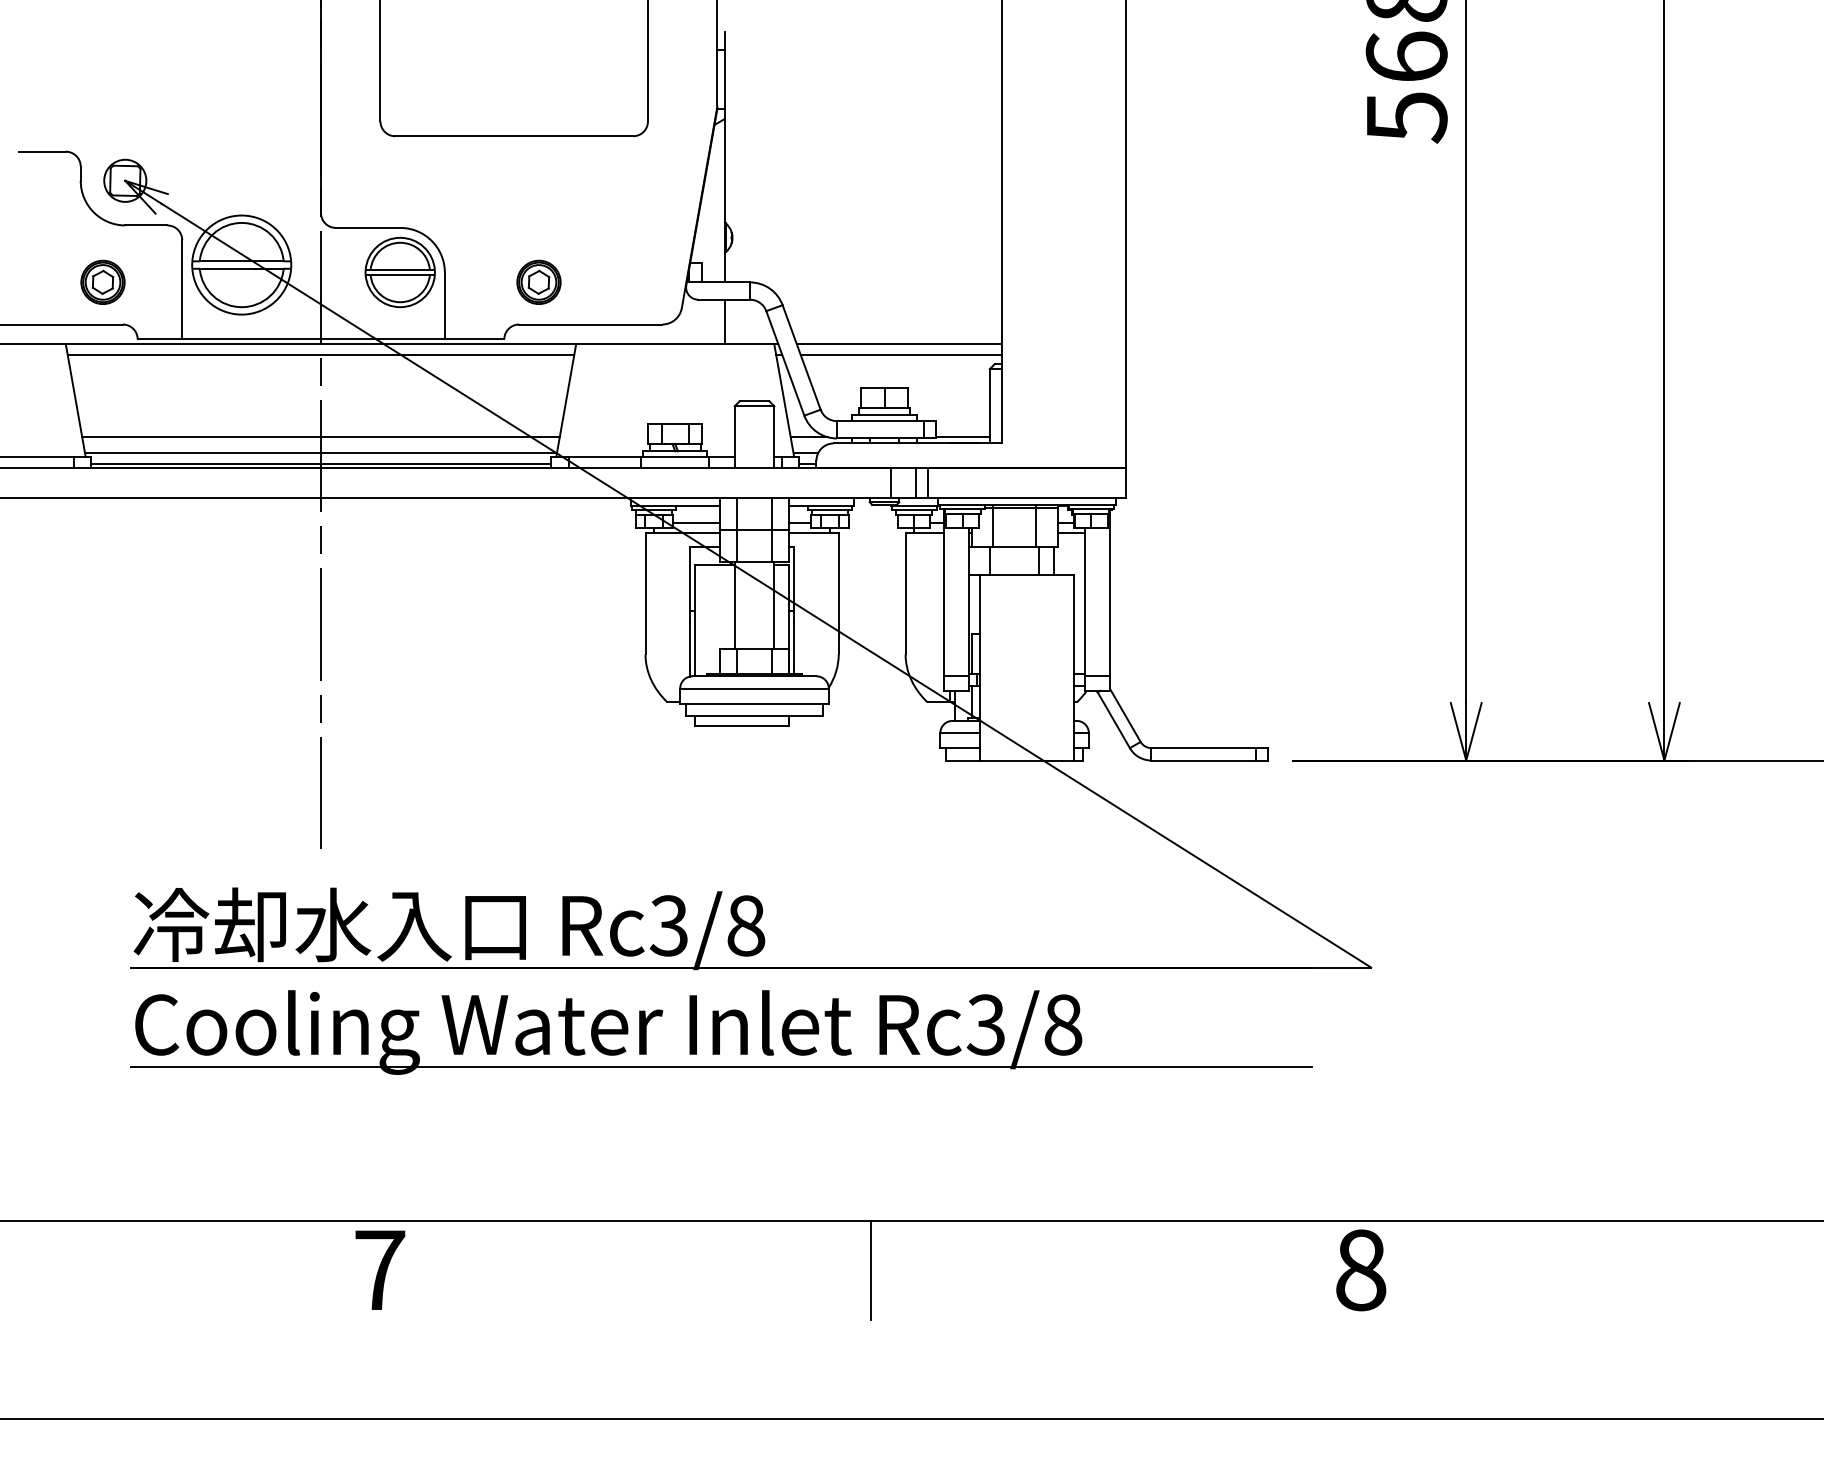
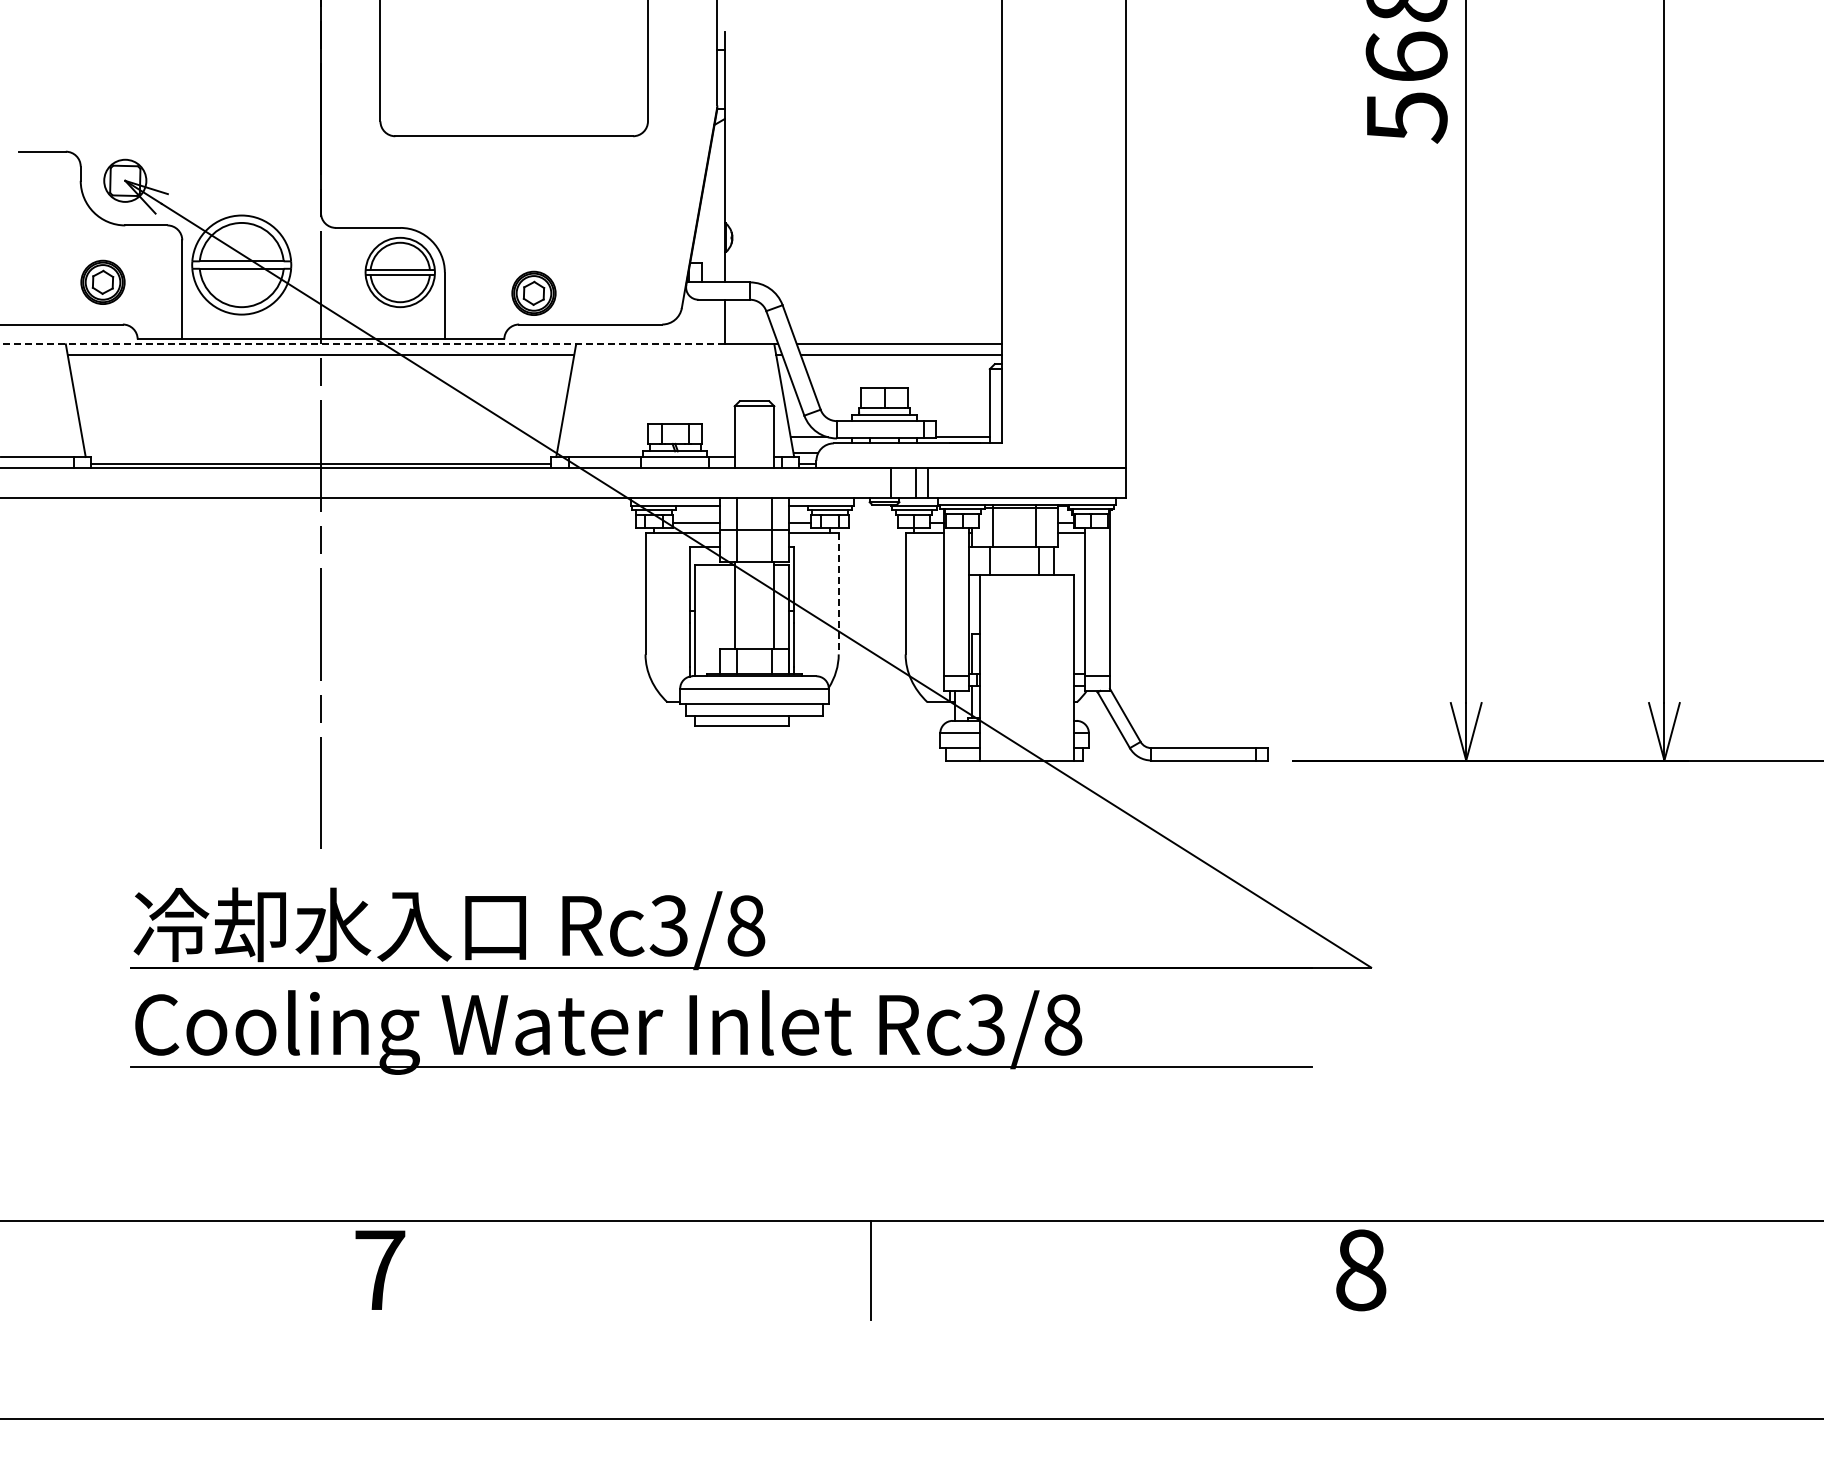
part at (538, 281) position: (538, 281) -> (533, 292)
line at (361, 344): solid -> dashed
line at (320, 437): present -> none
line at (320, 453): present -> none
line at (838, 593): solid -> dashed
